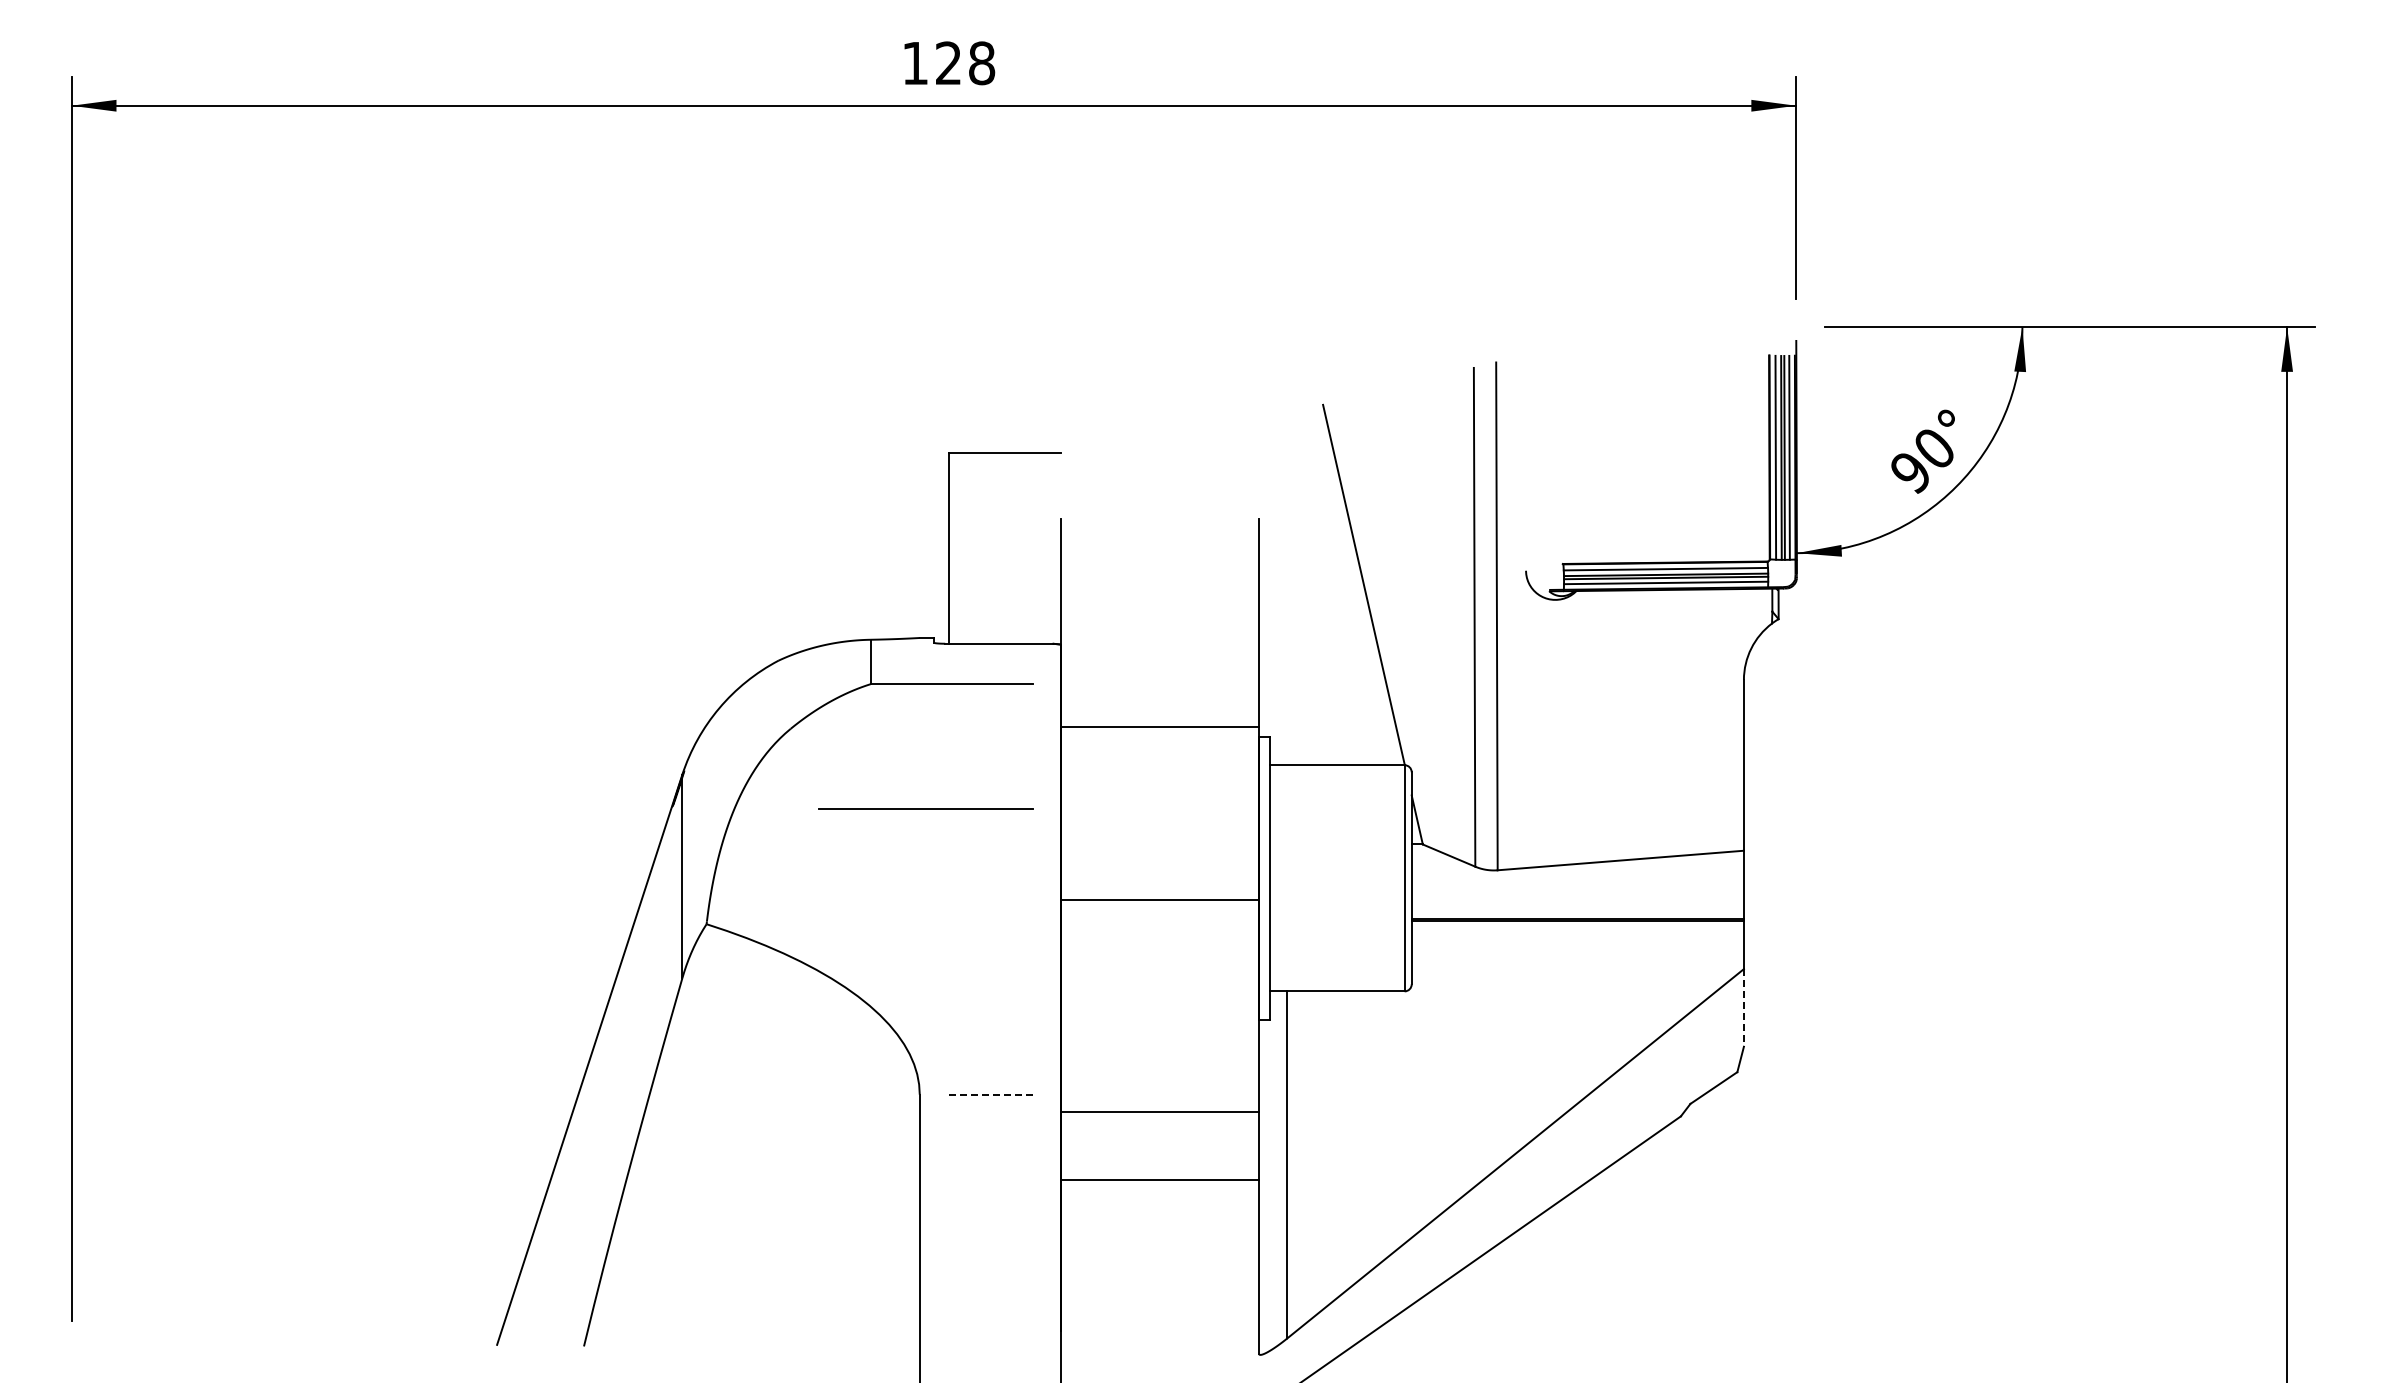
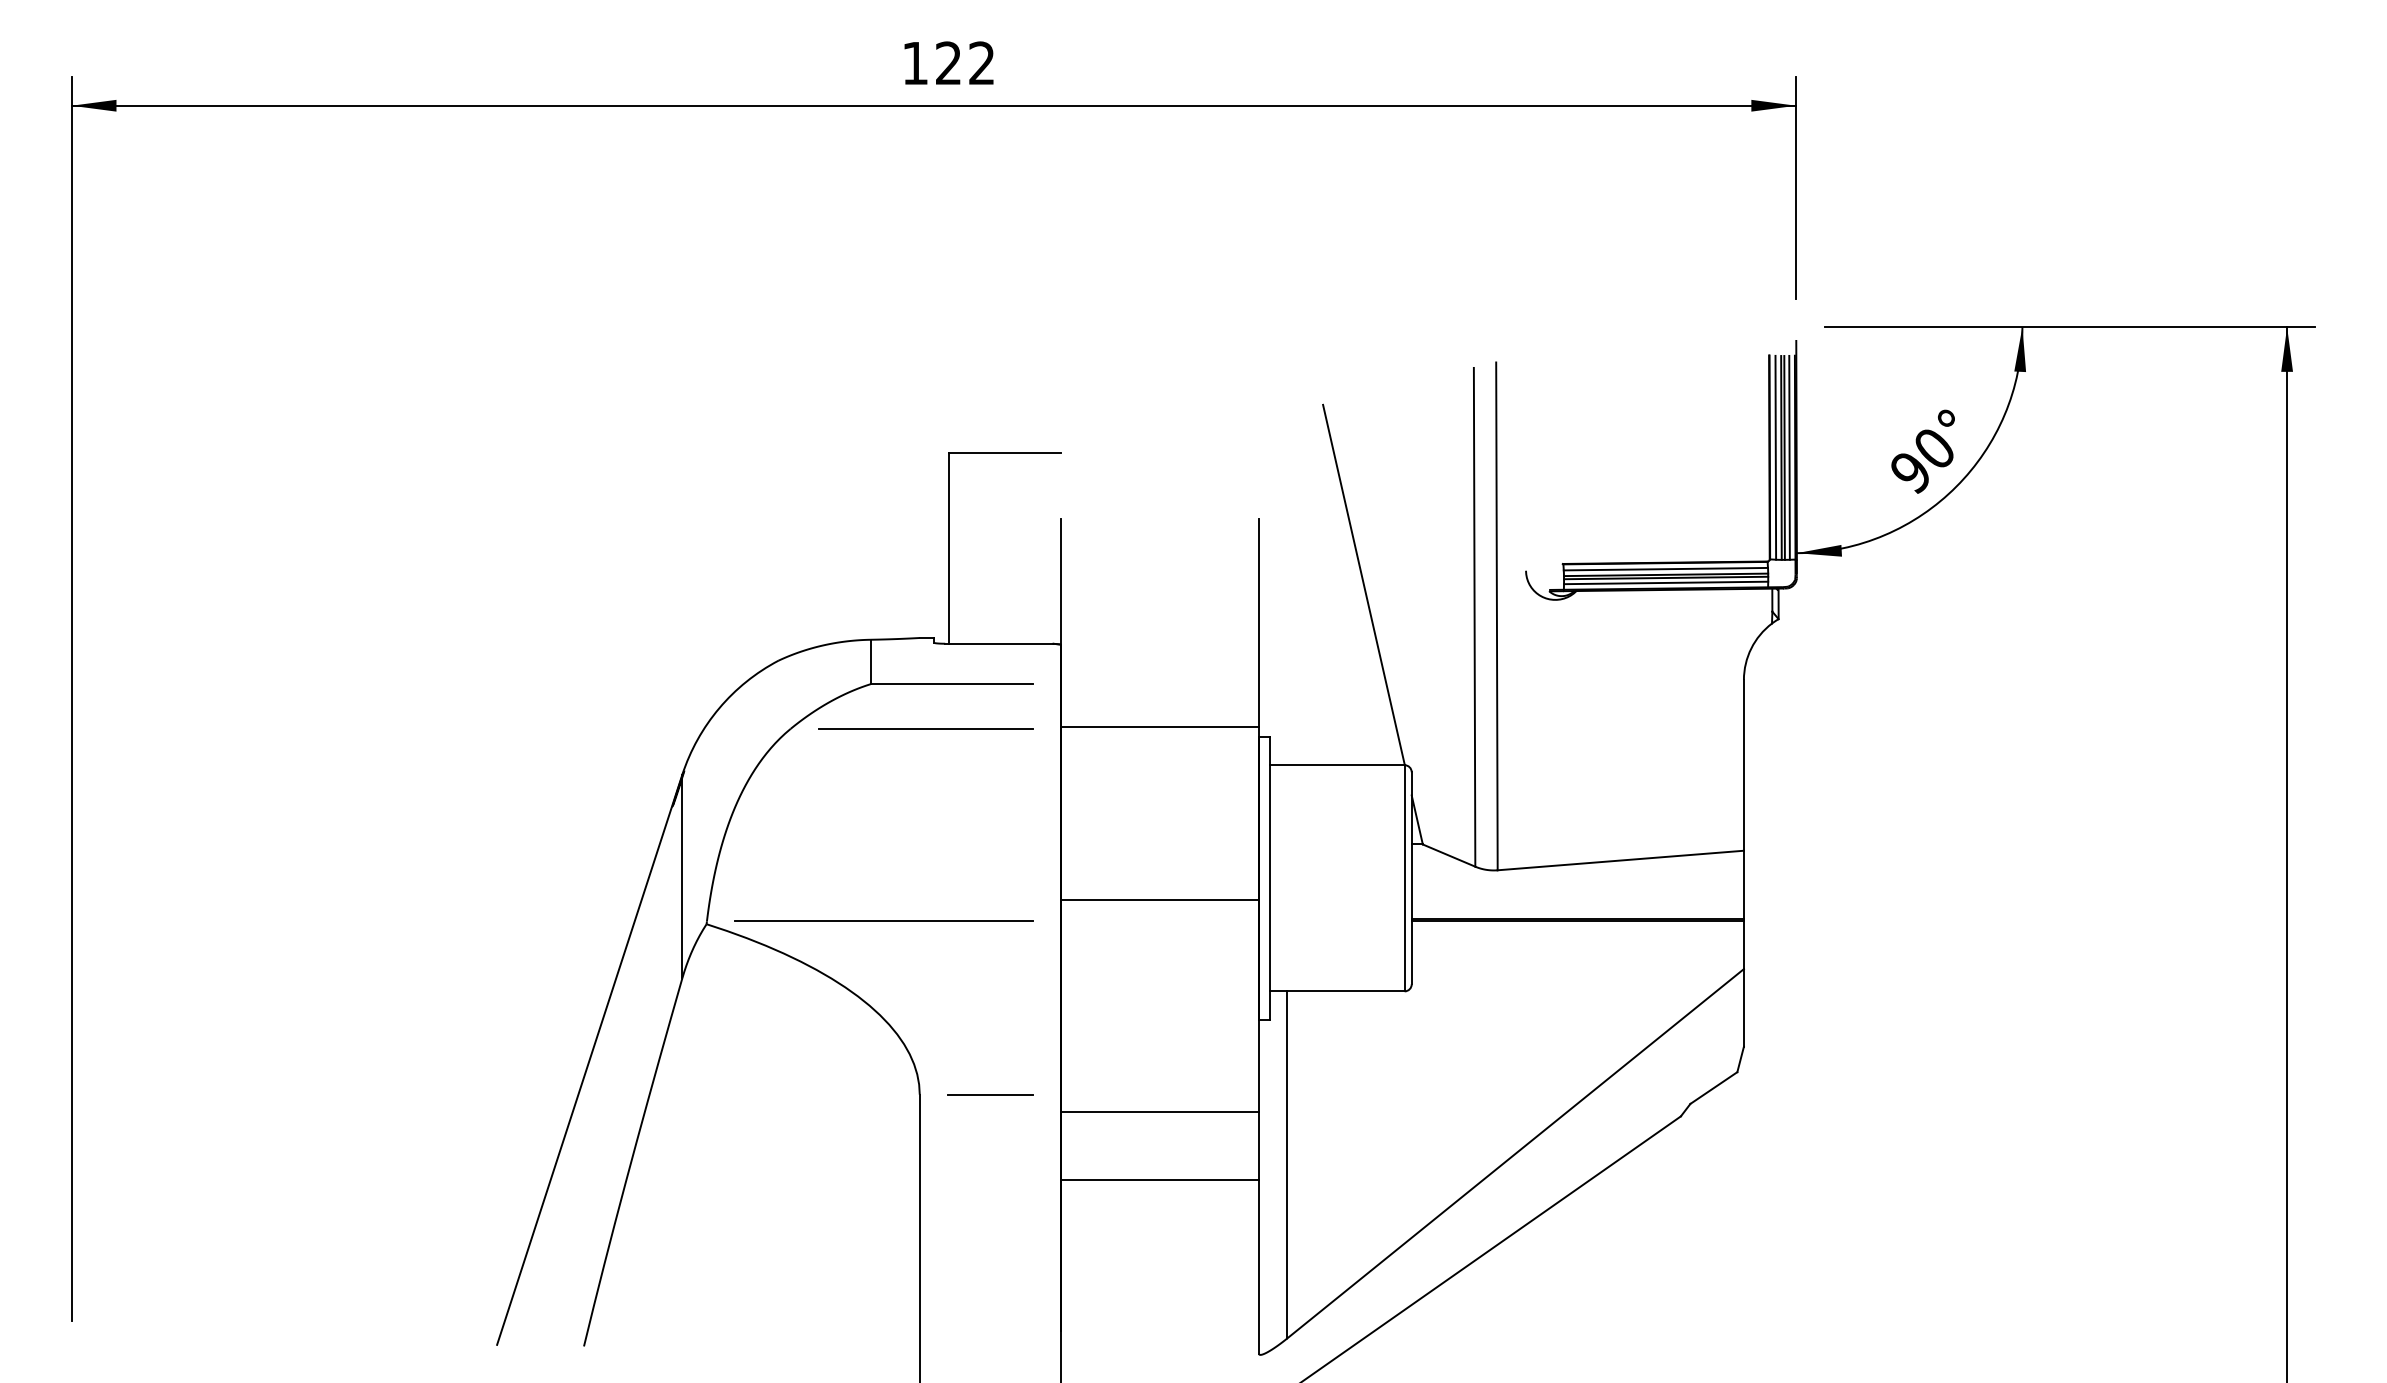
text at (982, 63): 128 -> 122
line at (925, 808) position: (925, 808) -> (925, 728)
line at (883, 921): none -> present
line at (1743, 1007): dashed -> solid
line at (989, 1094): dashed -> solid
